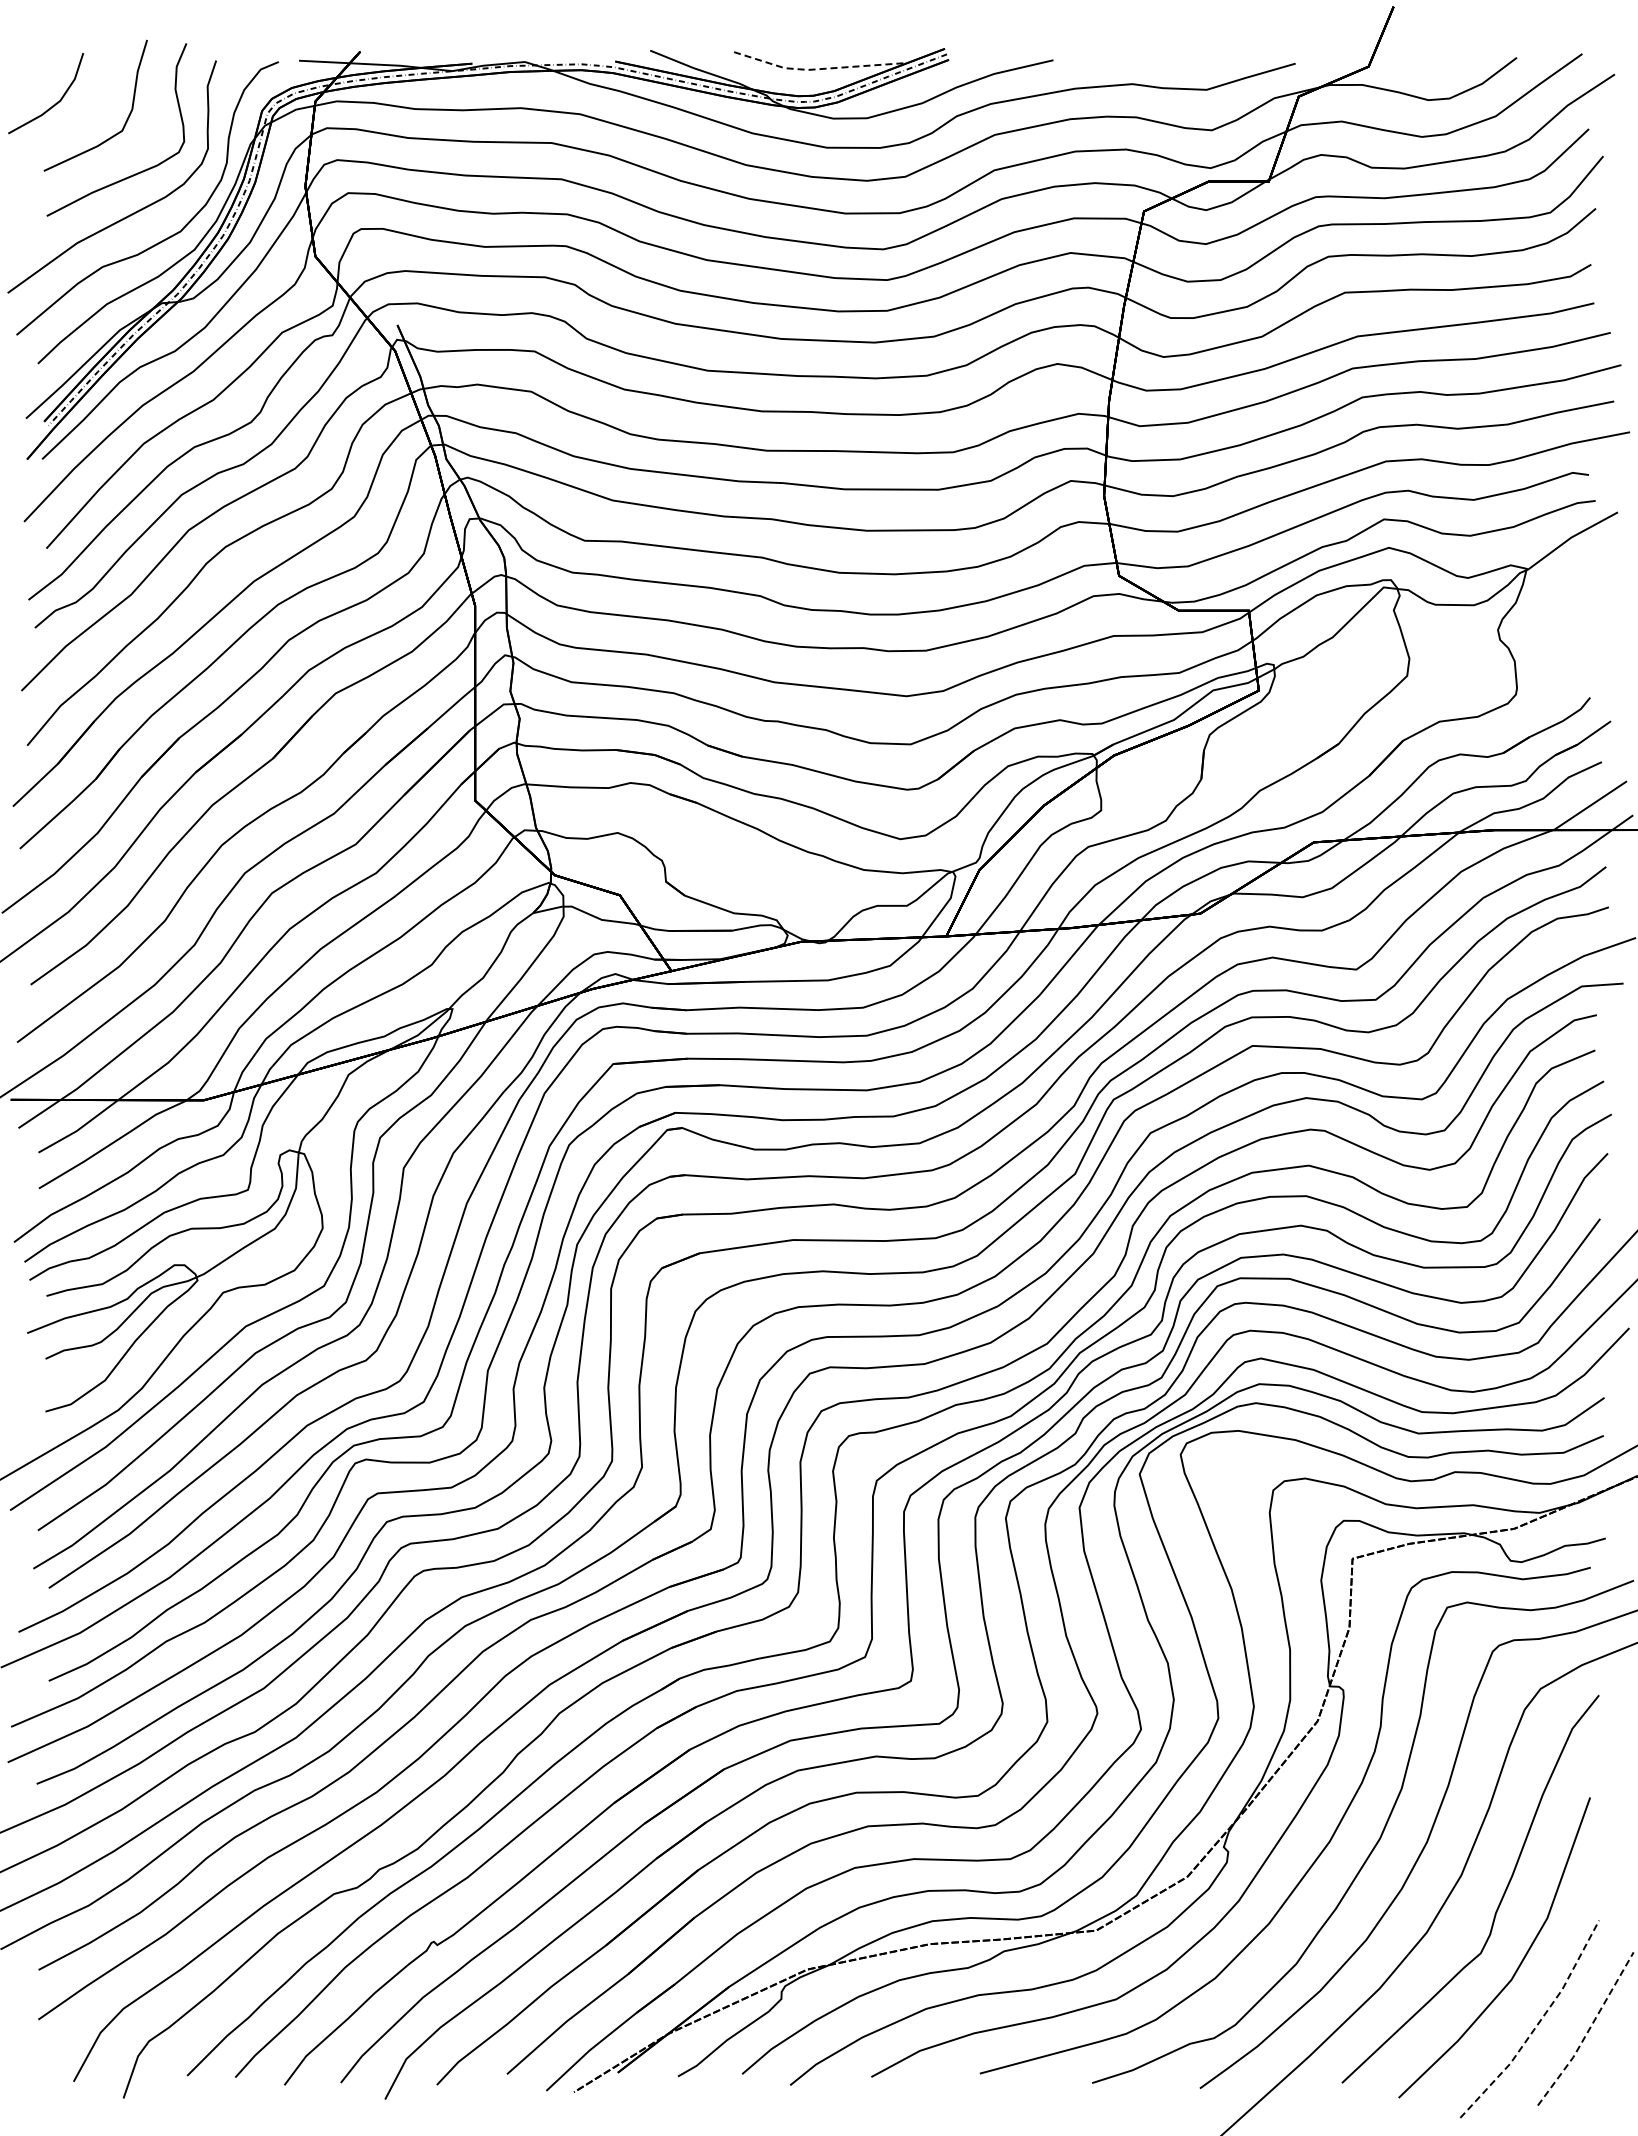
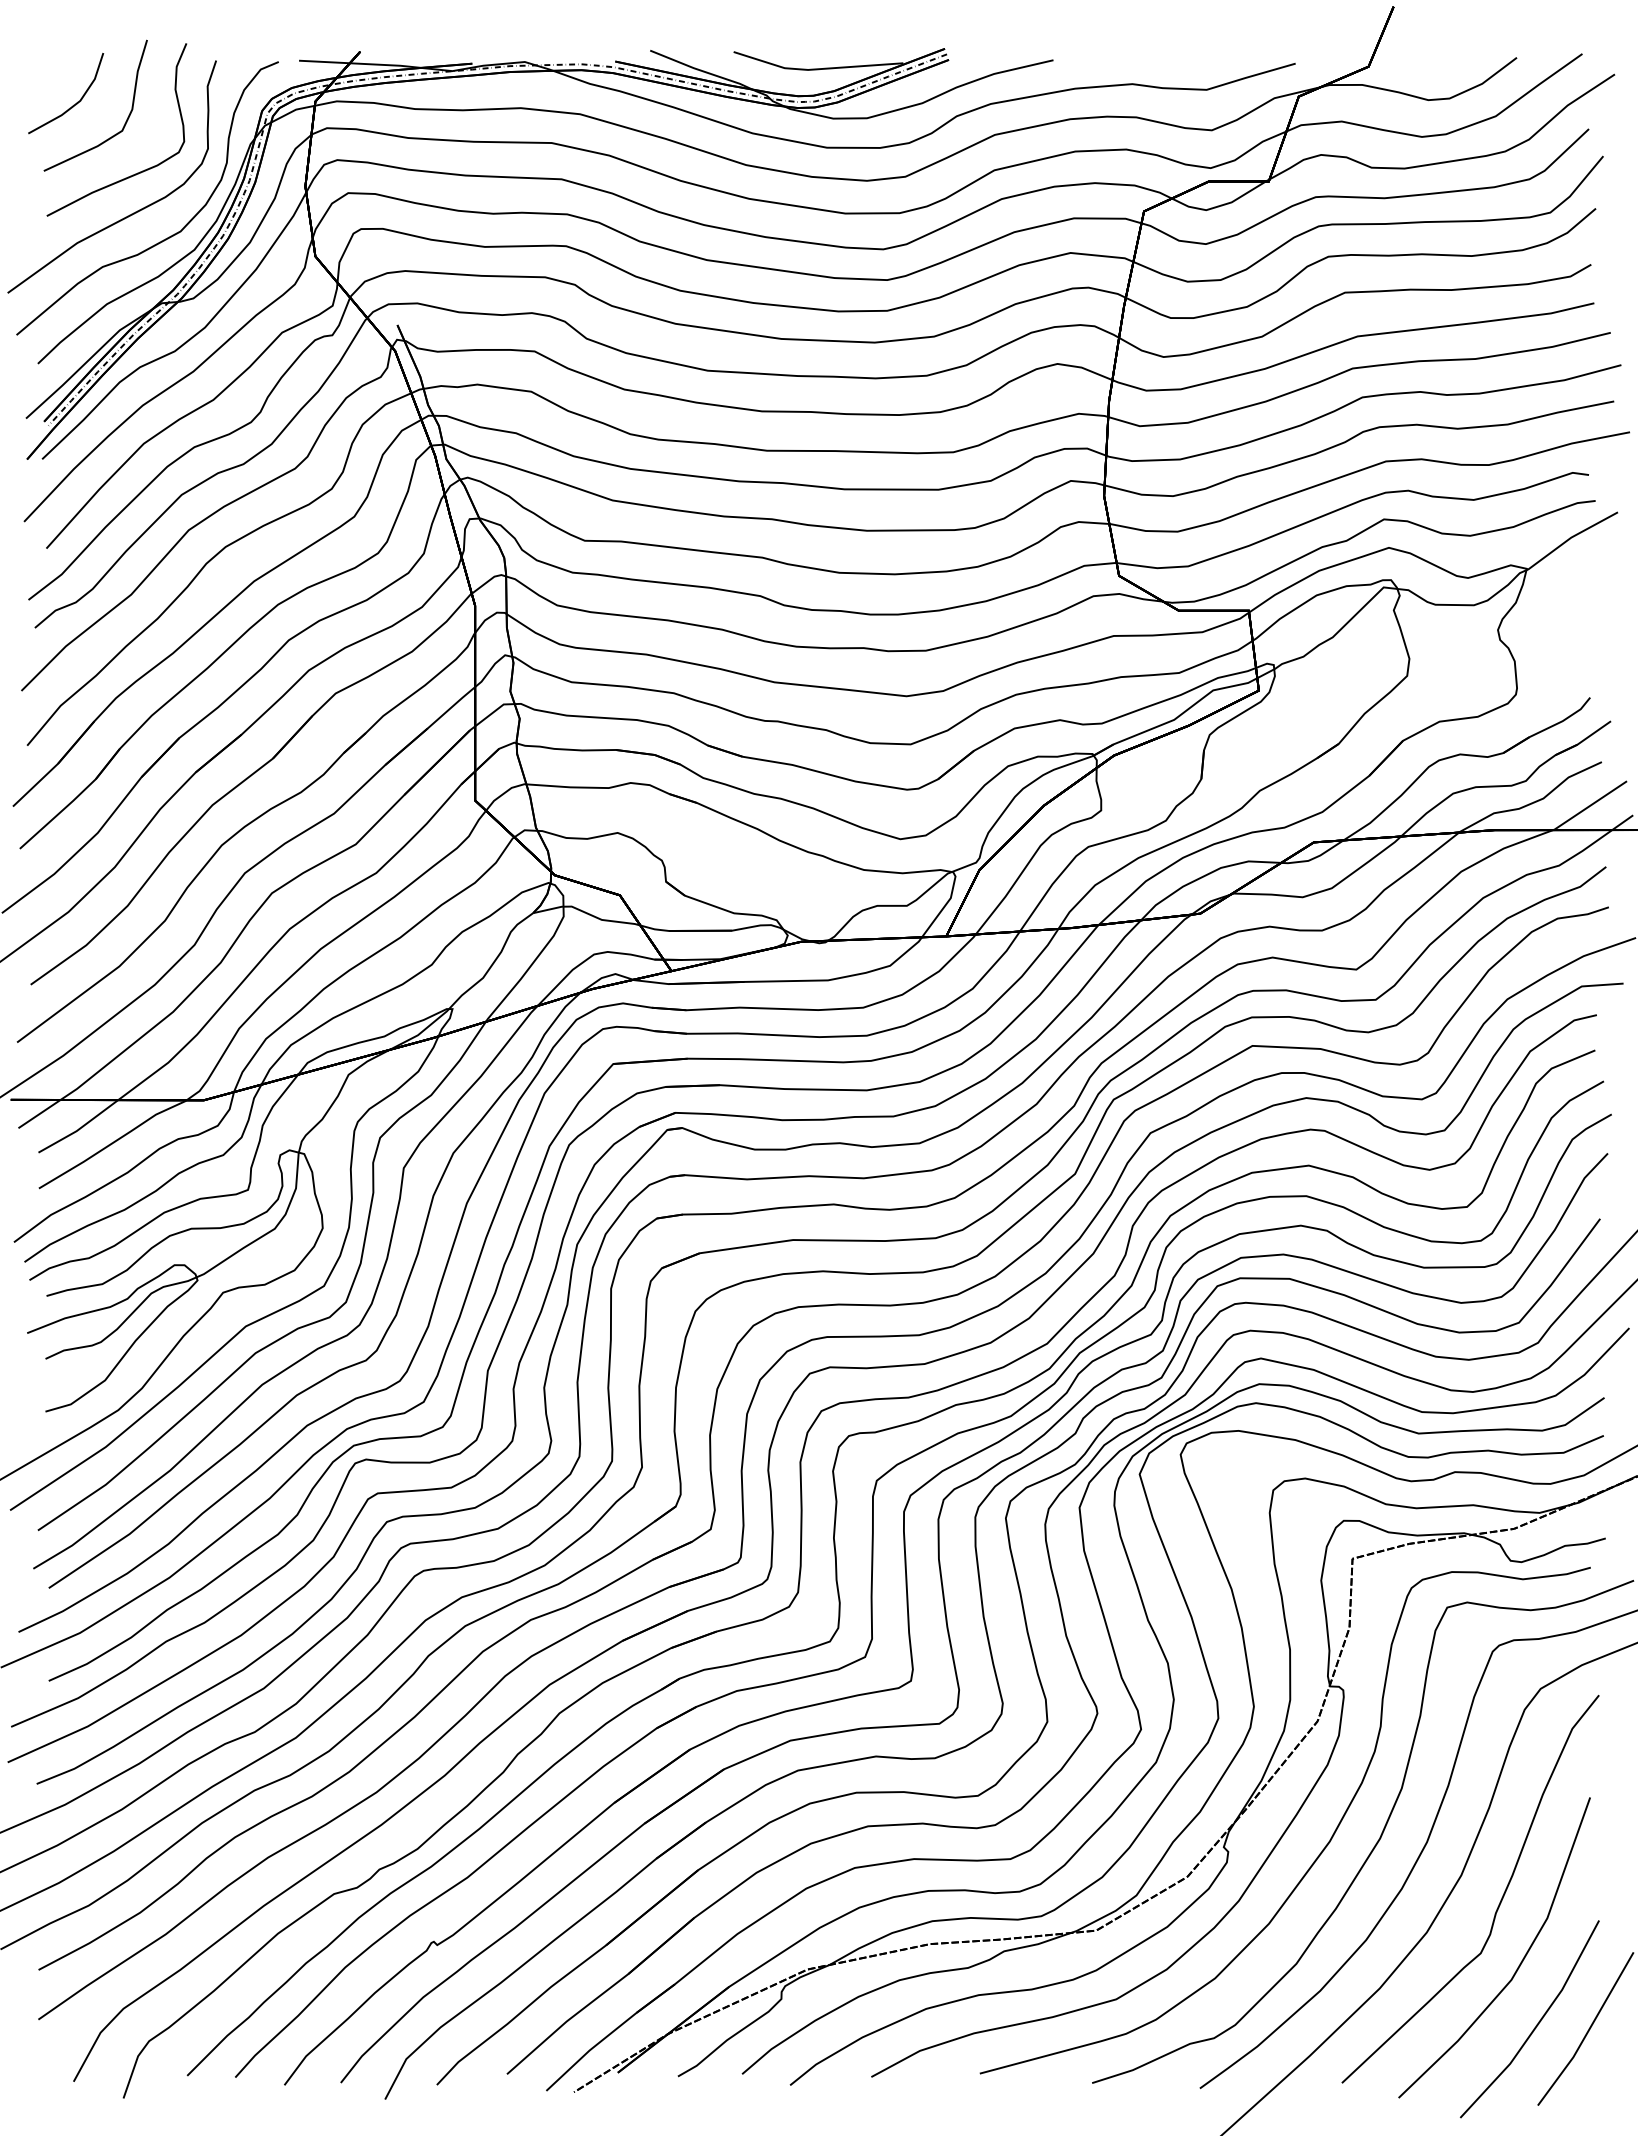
line at (816, 69): dashed -> solid
line at (53, 104) position: (53, 104) -> (73, 104)
line at (1537, 2024): dashed -> solid
line at (1588, 2030): dashed -> solid
